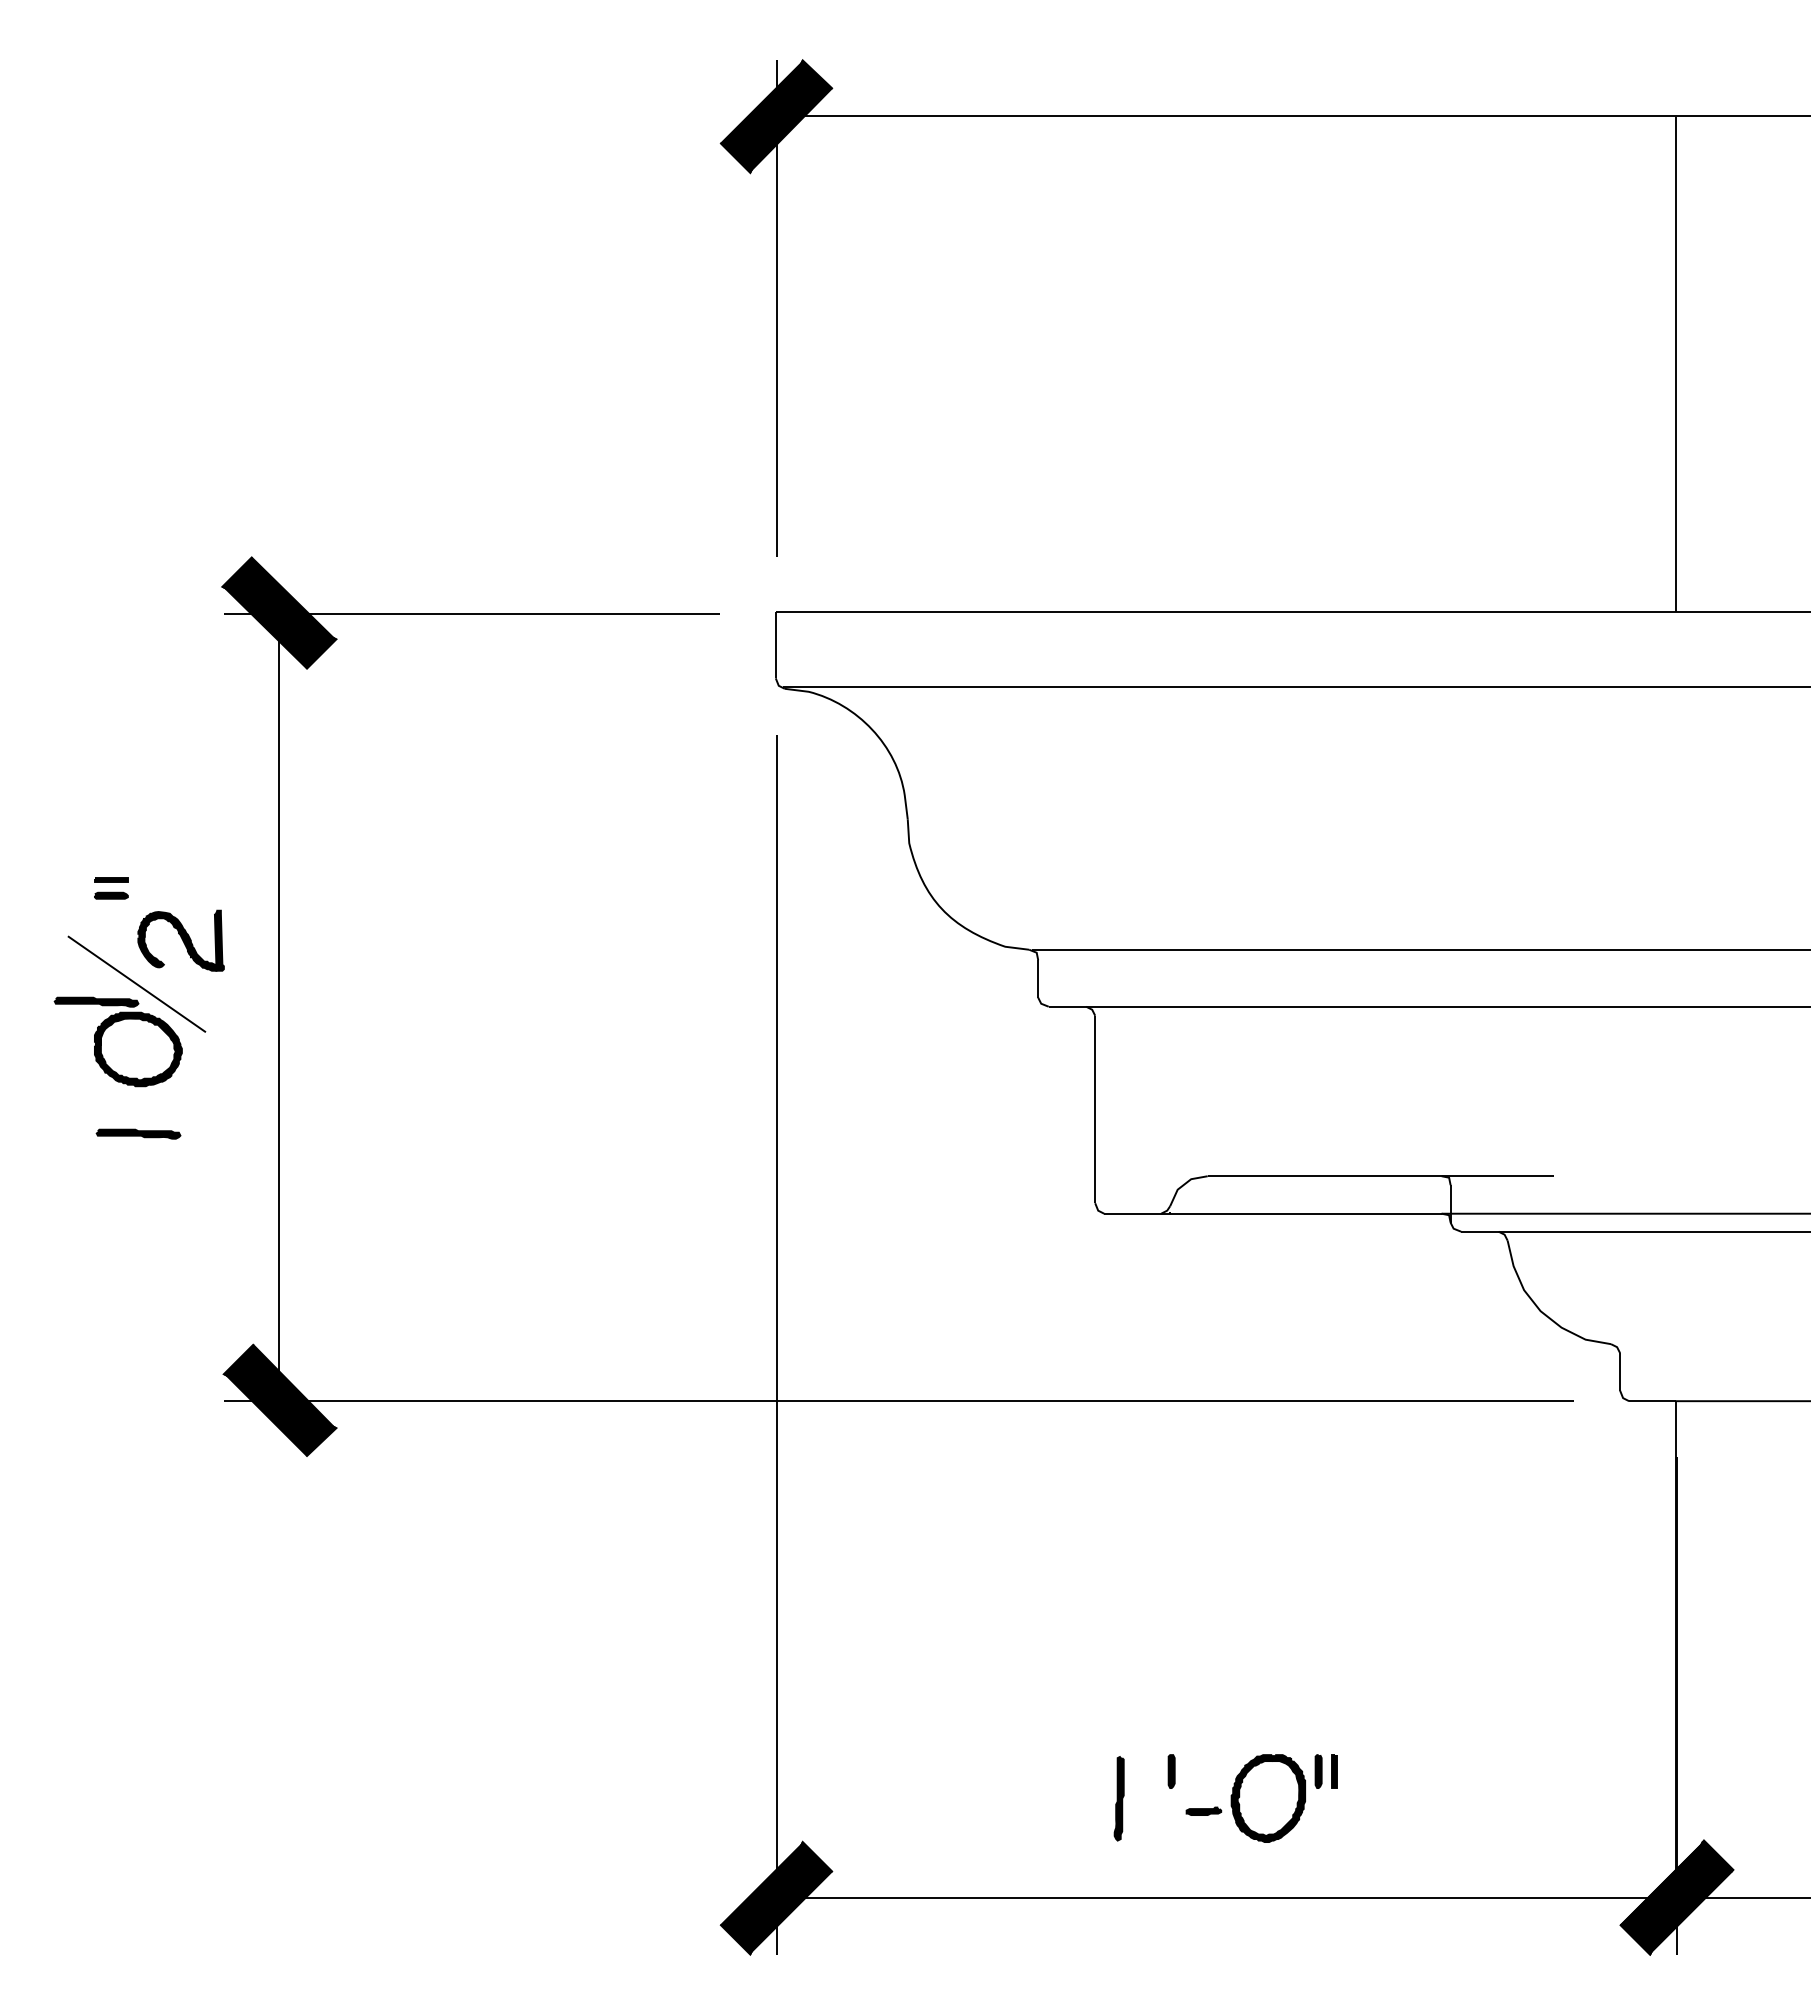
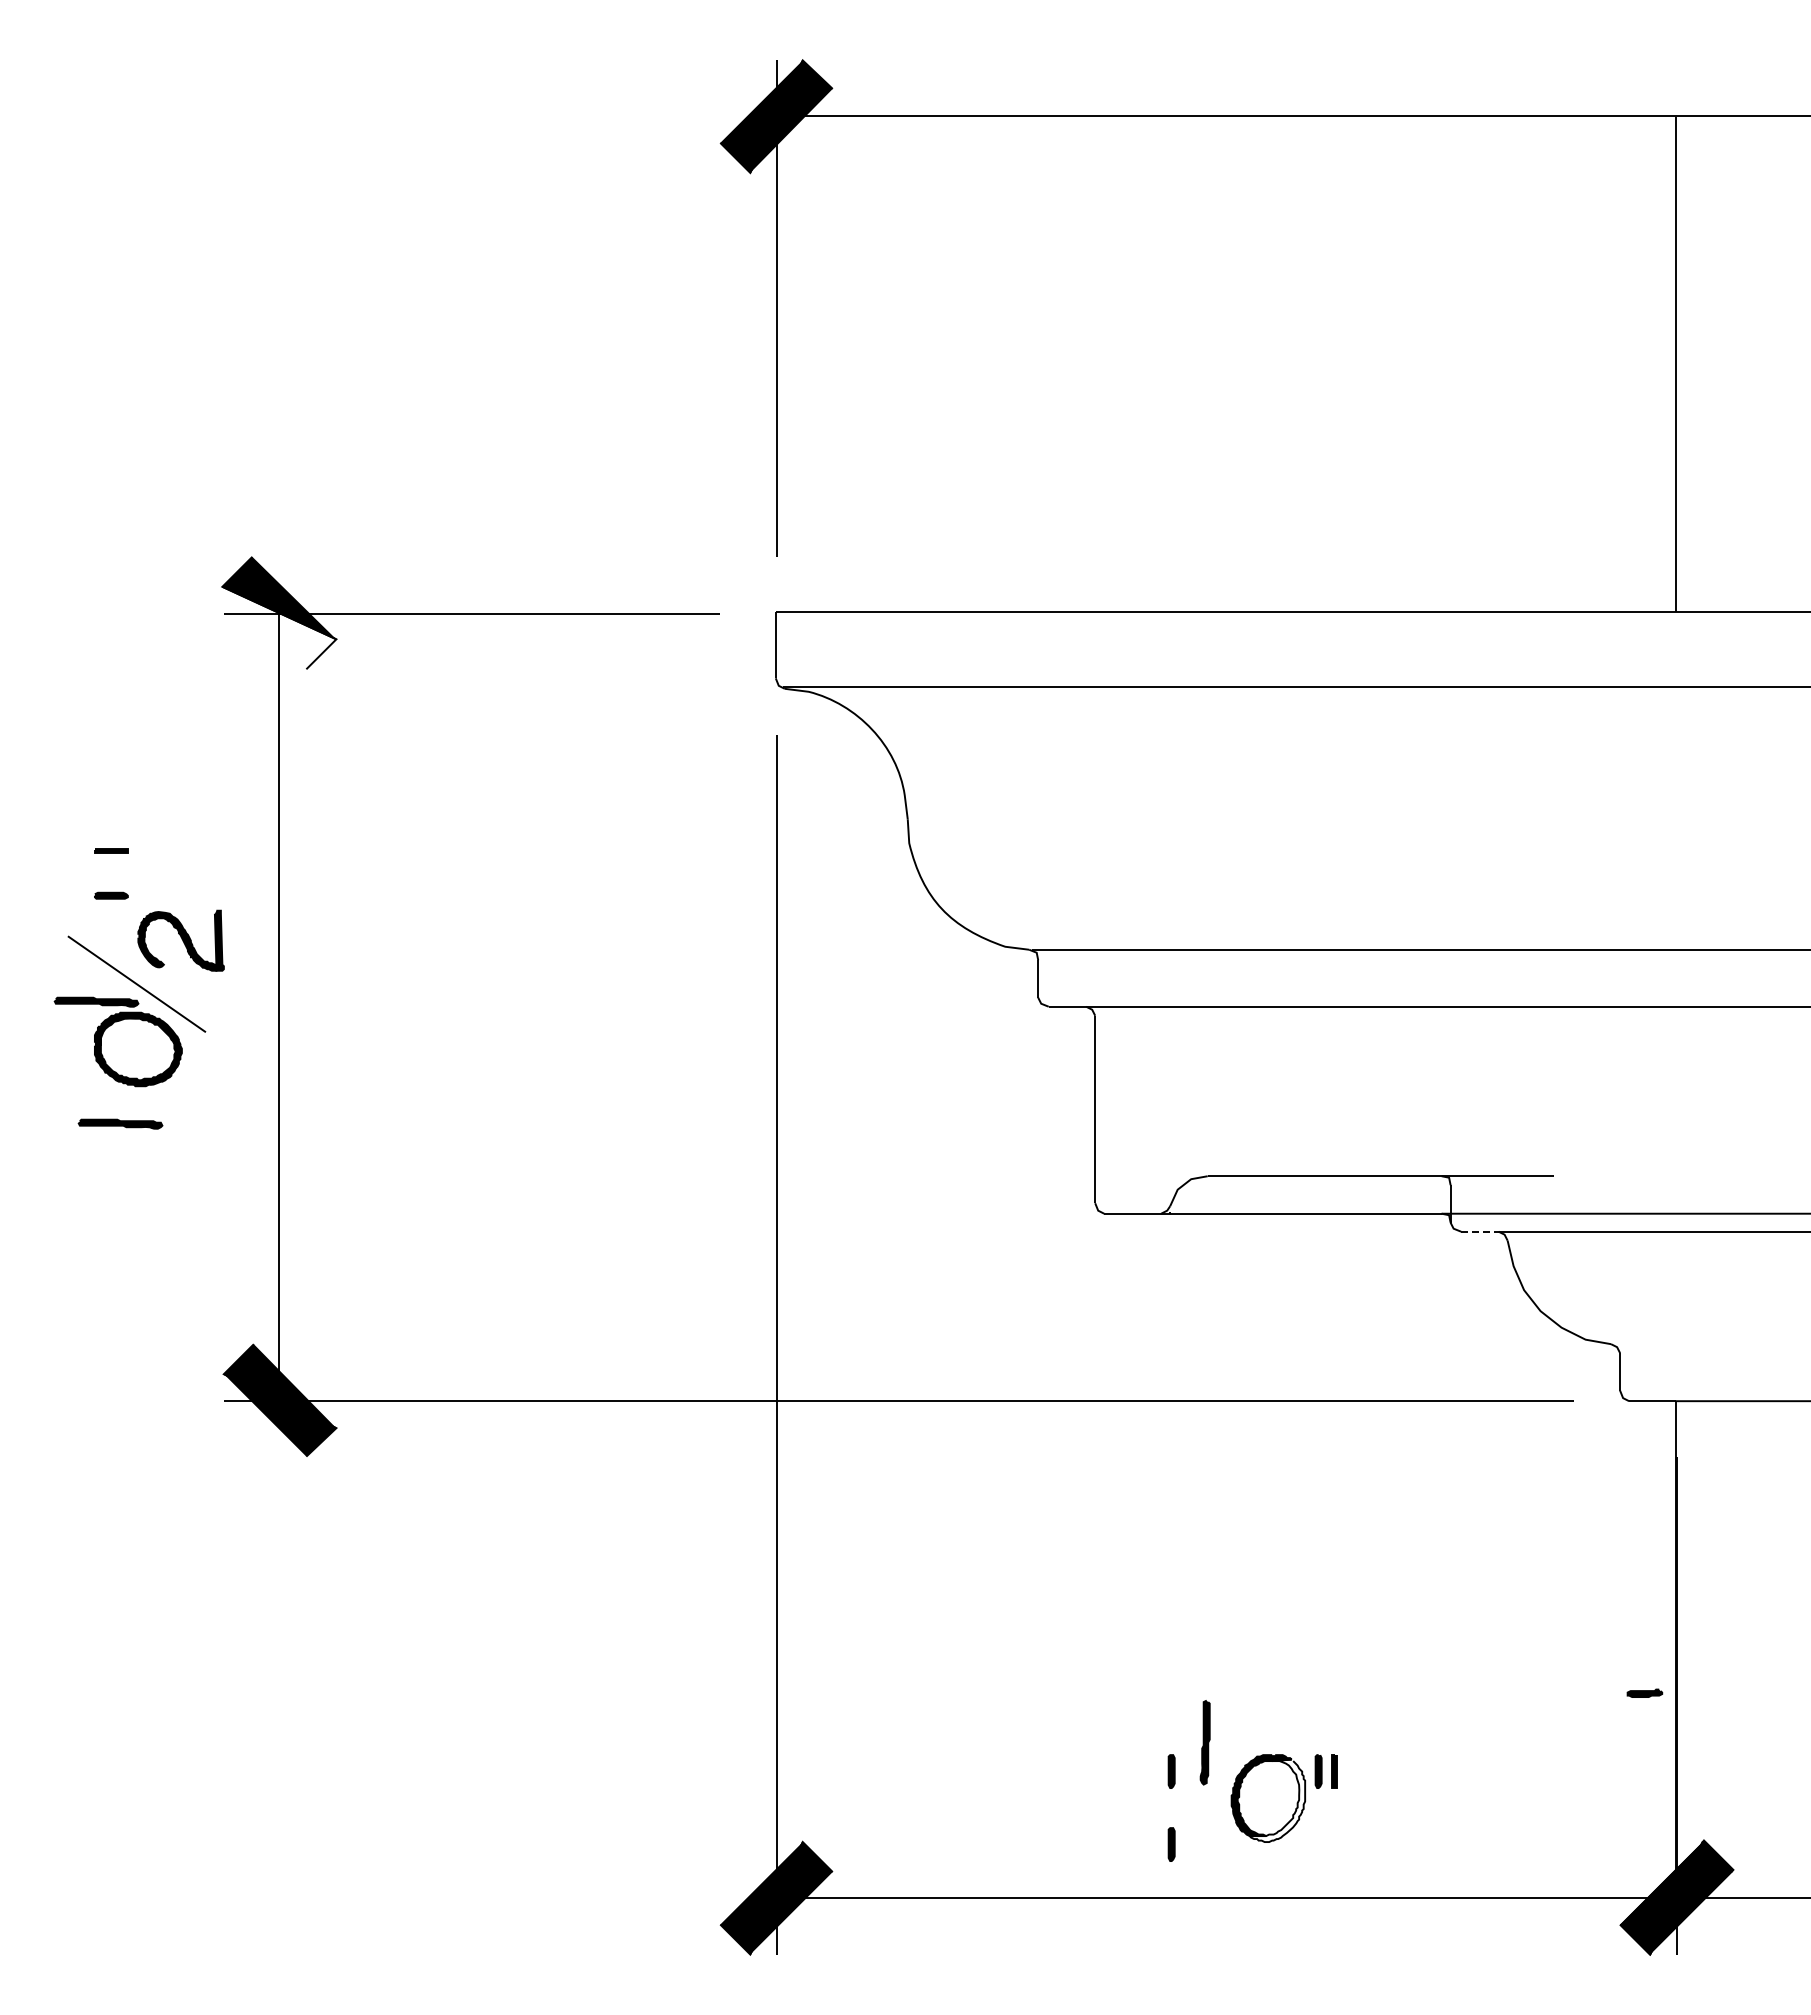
fill at (279, 627): present -> none
part at (111, 879) position: (111, 879) -> (111, 850)
part at (138, 1133) position: (138, 1133) -> (120, 1123)
line at (1479, 1231): solid -> dashed
part at (1118, 1798) position: (1118, 1798) -> (1204, 1742)
fill at (1277, 1800): present -> none
part at (1203, 1810) position: (1203, 1810) -> (1644, 1692)
part at (1171, 1844): none -> present
